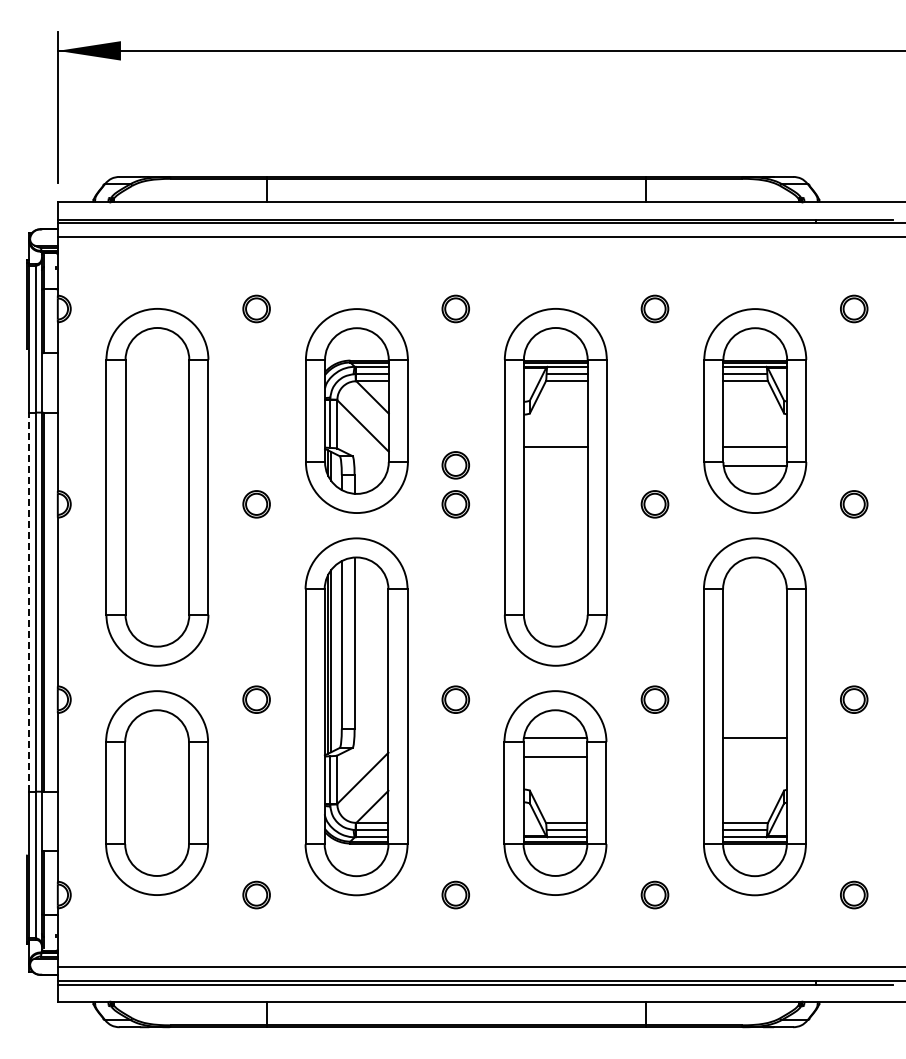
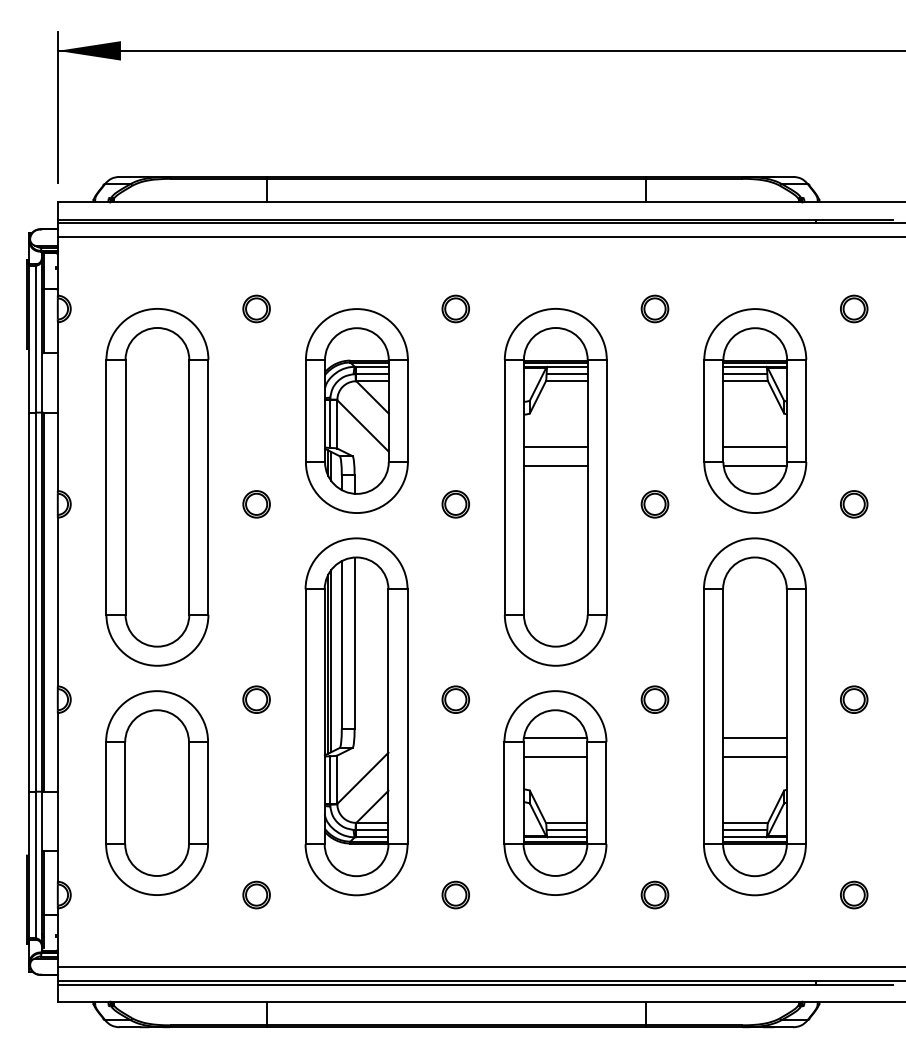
part at (455, 465): present -> none
line at (555, 465): none -> present
line at (29, 602): dashed -> solid
line at (754, 757): none -> present
